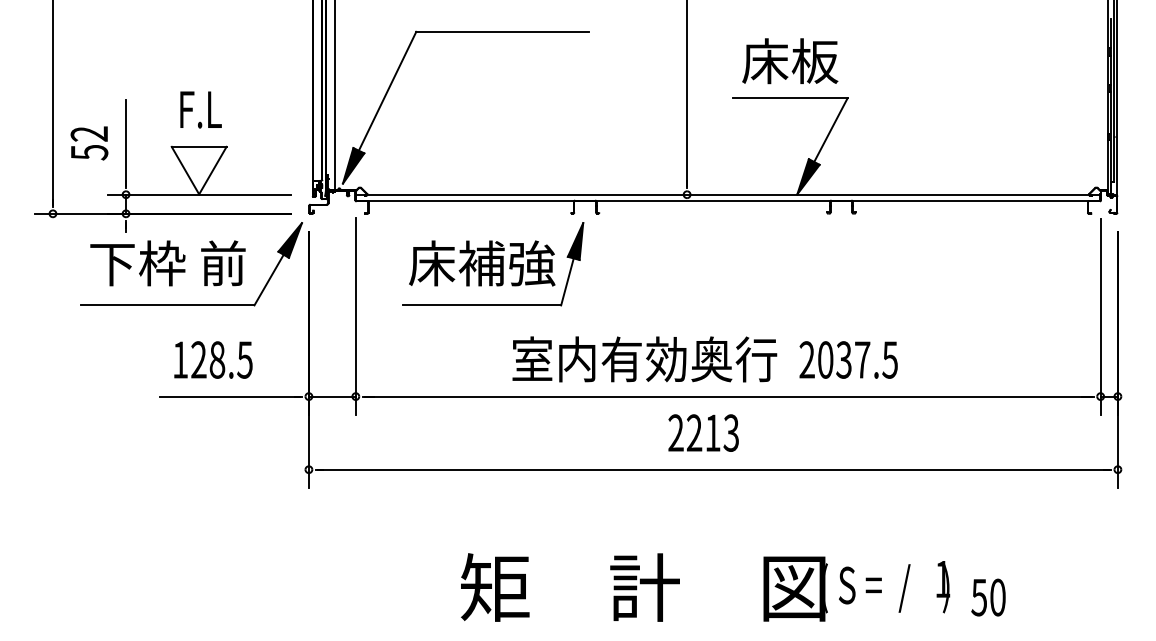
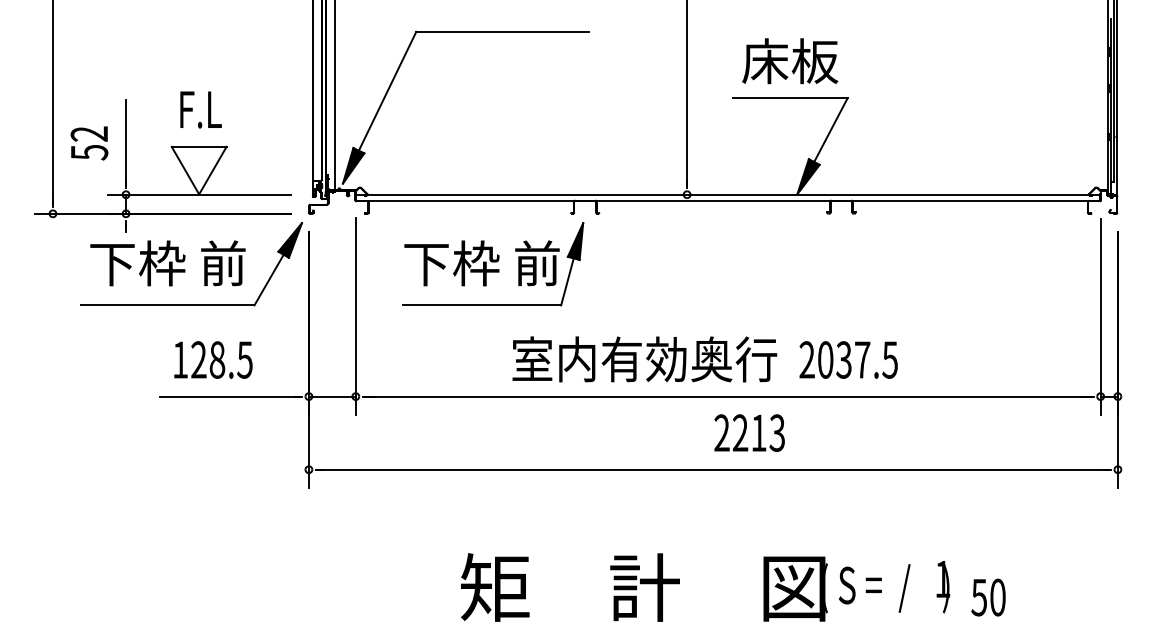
text at (481, 263): 床補強 -> 下枠 前
text at (703, 432) position: (703, 432) -> (749, 432)
